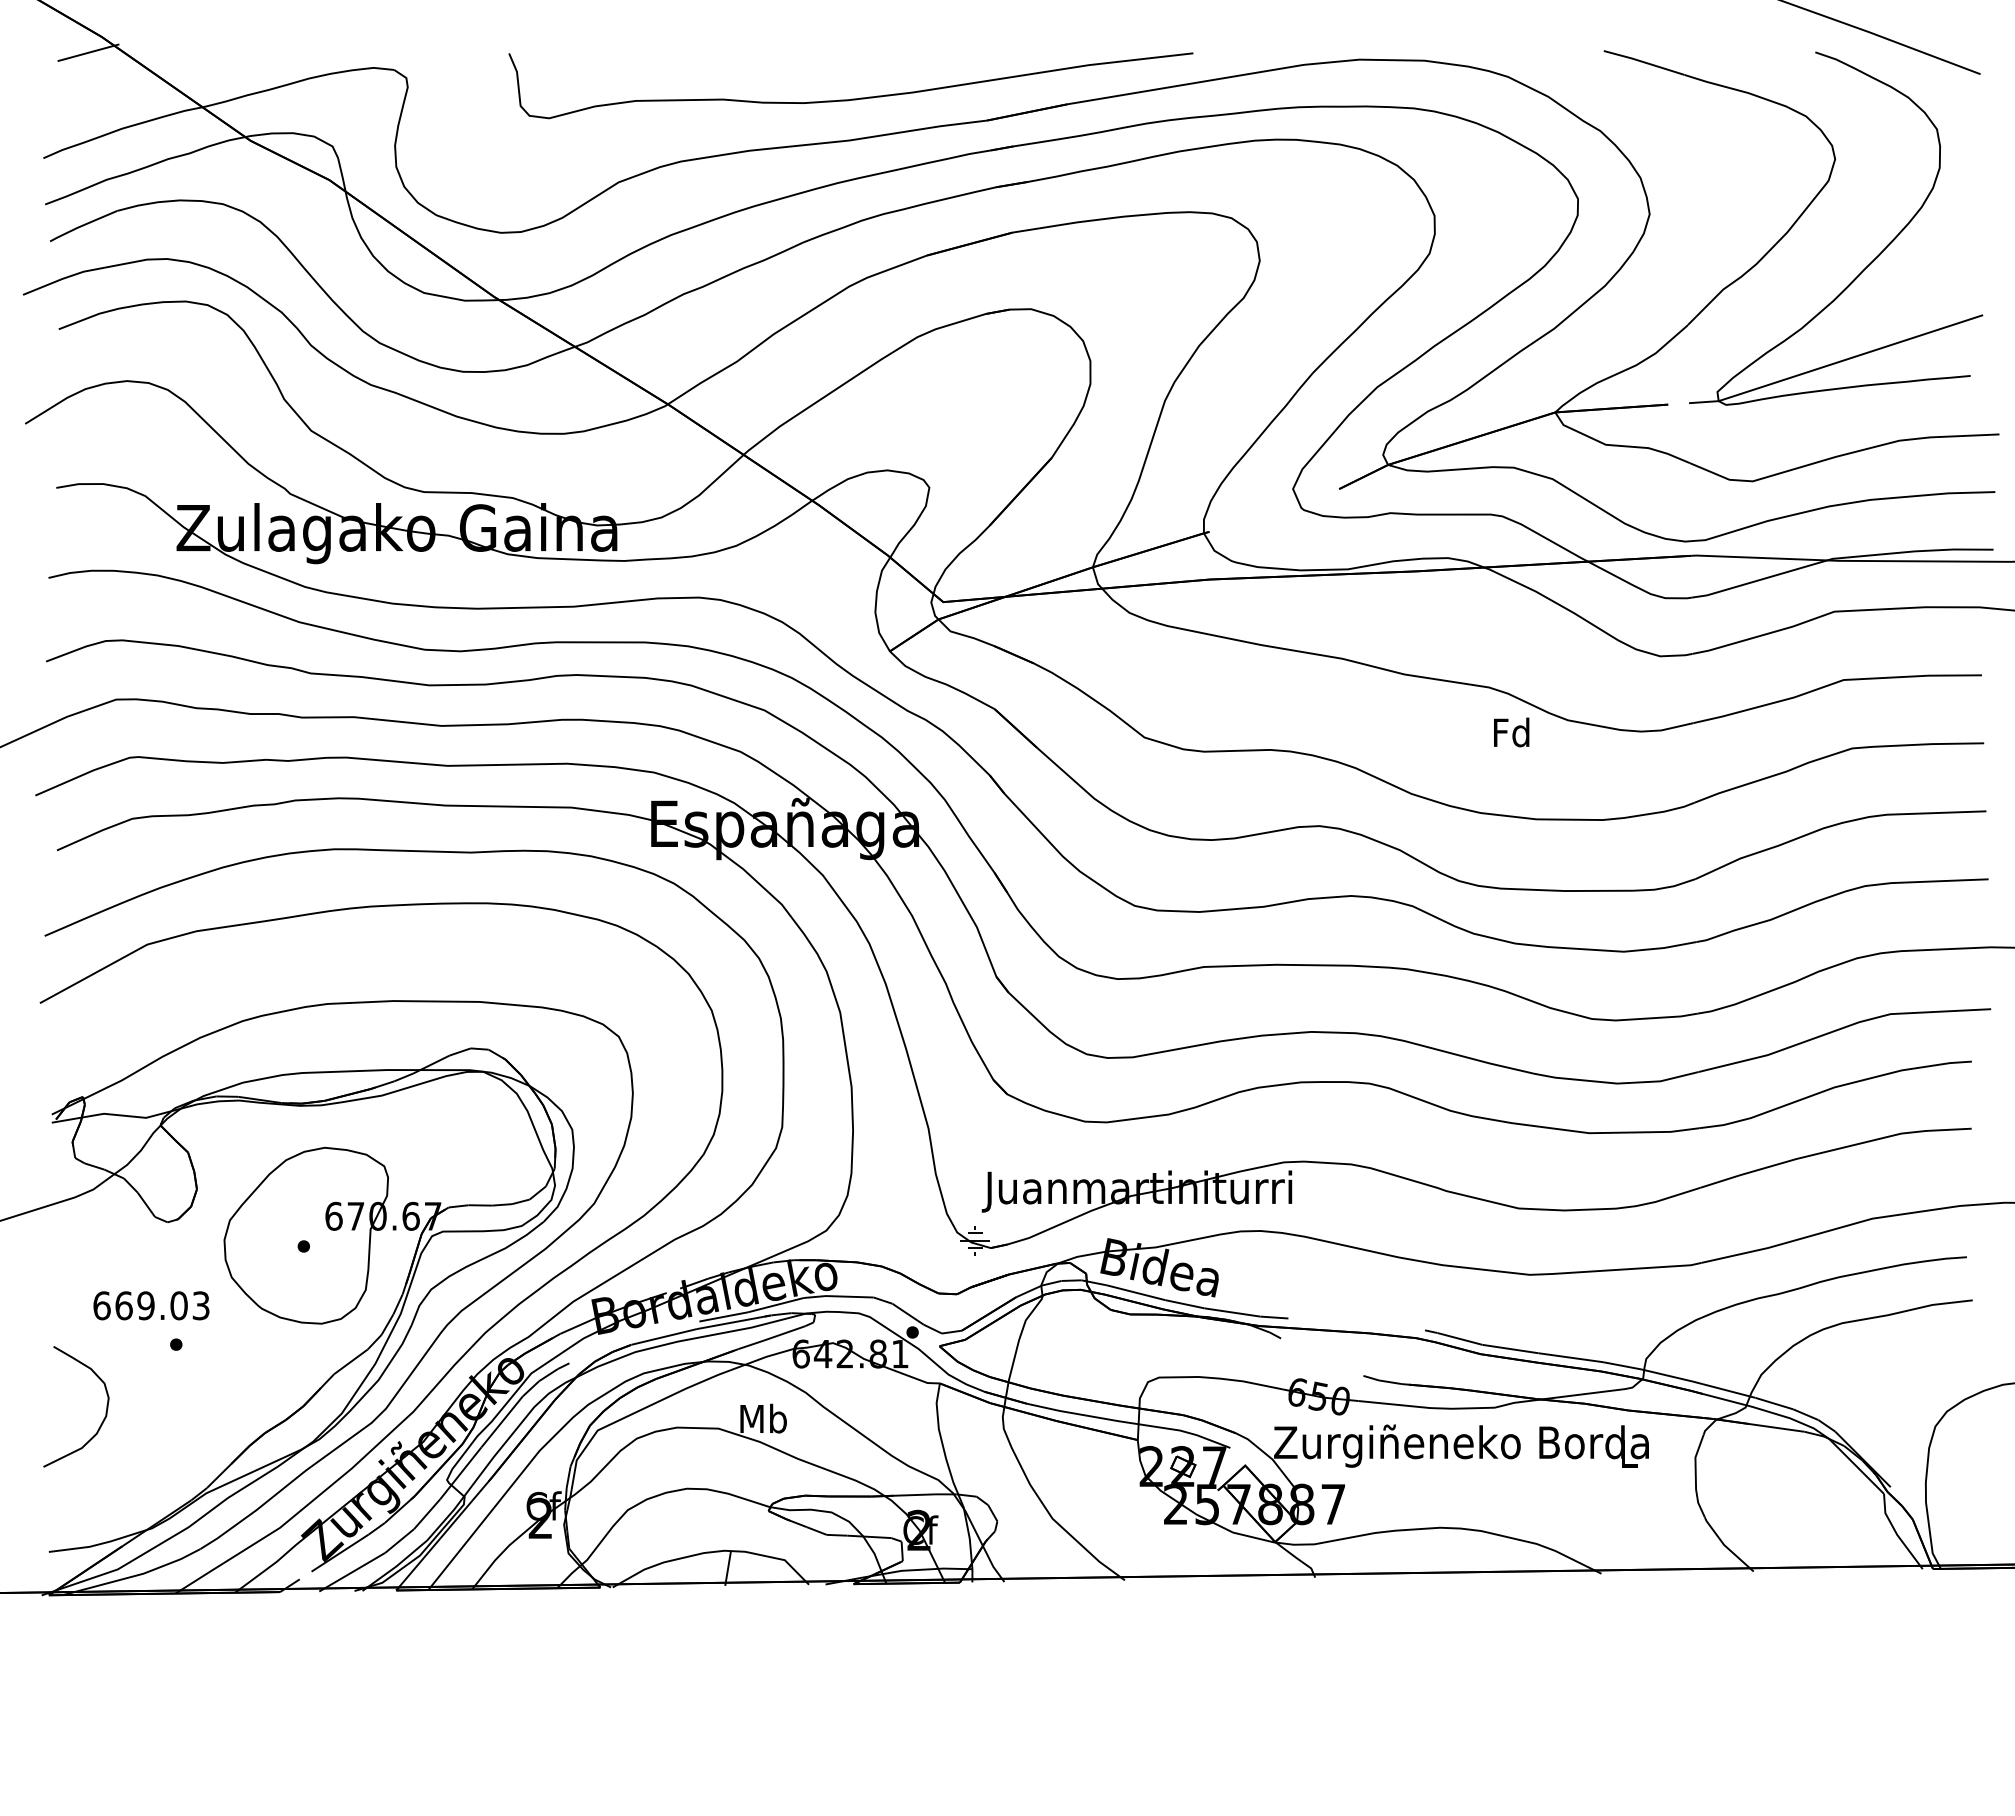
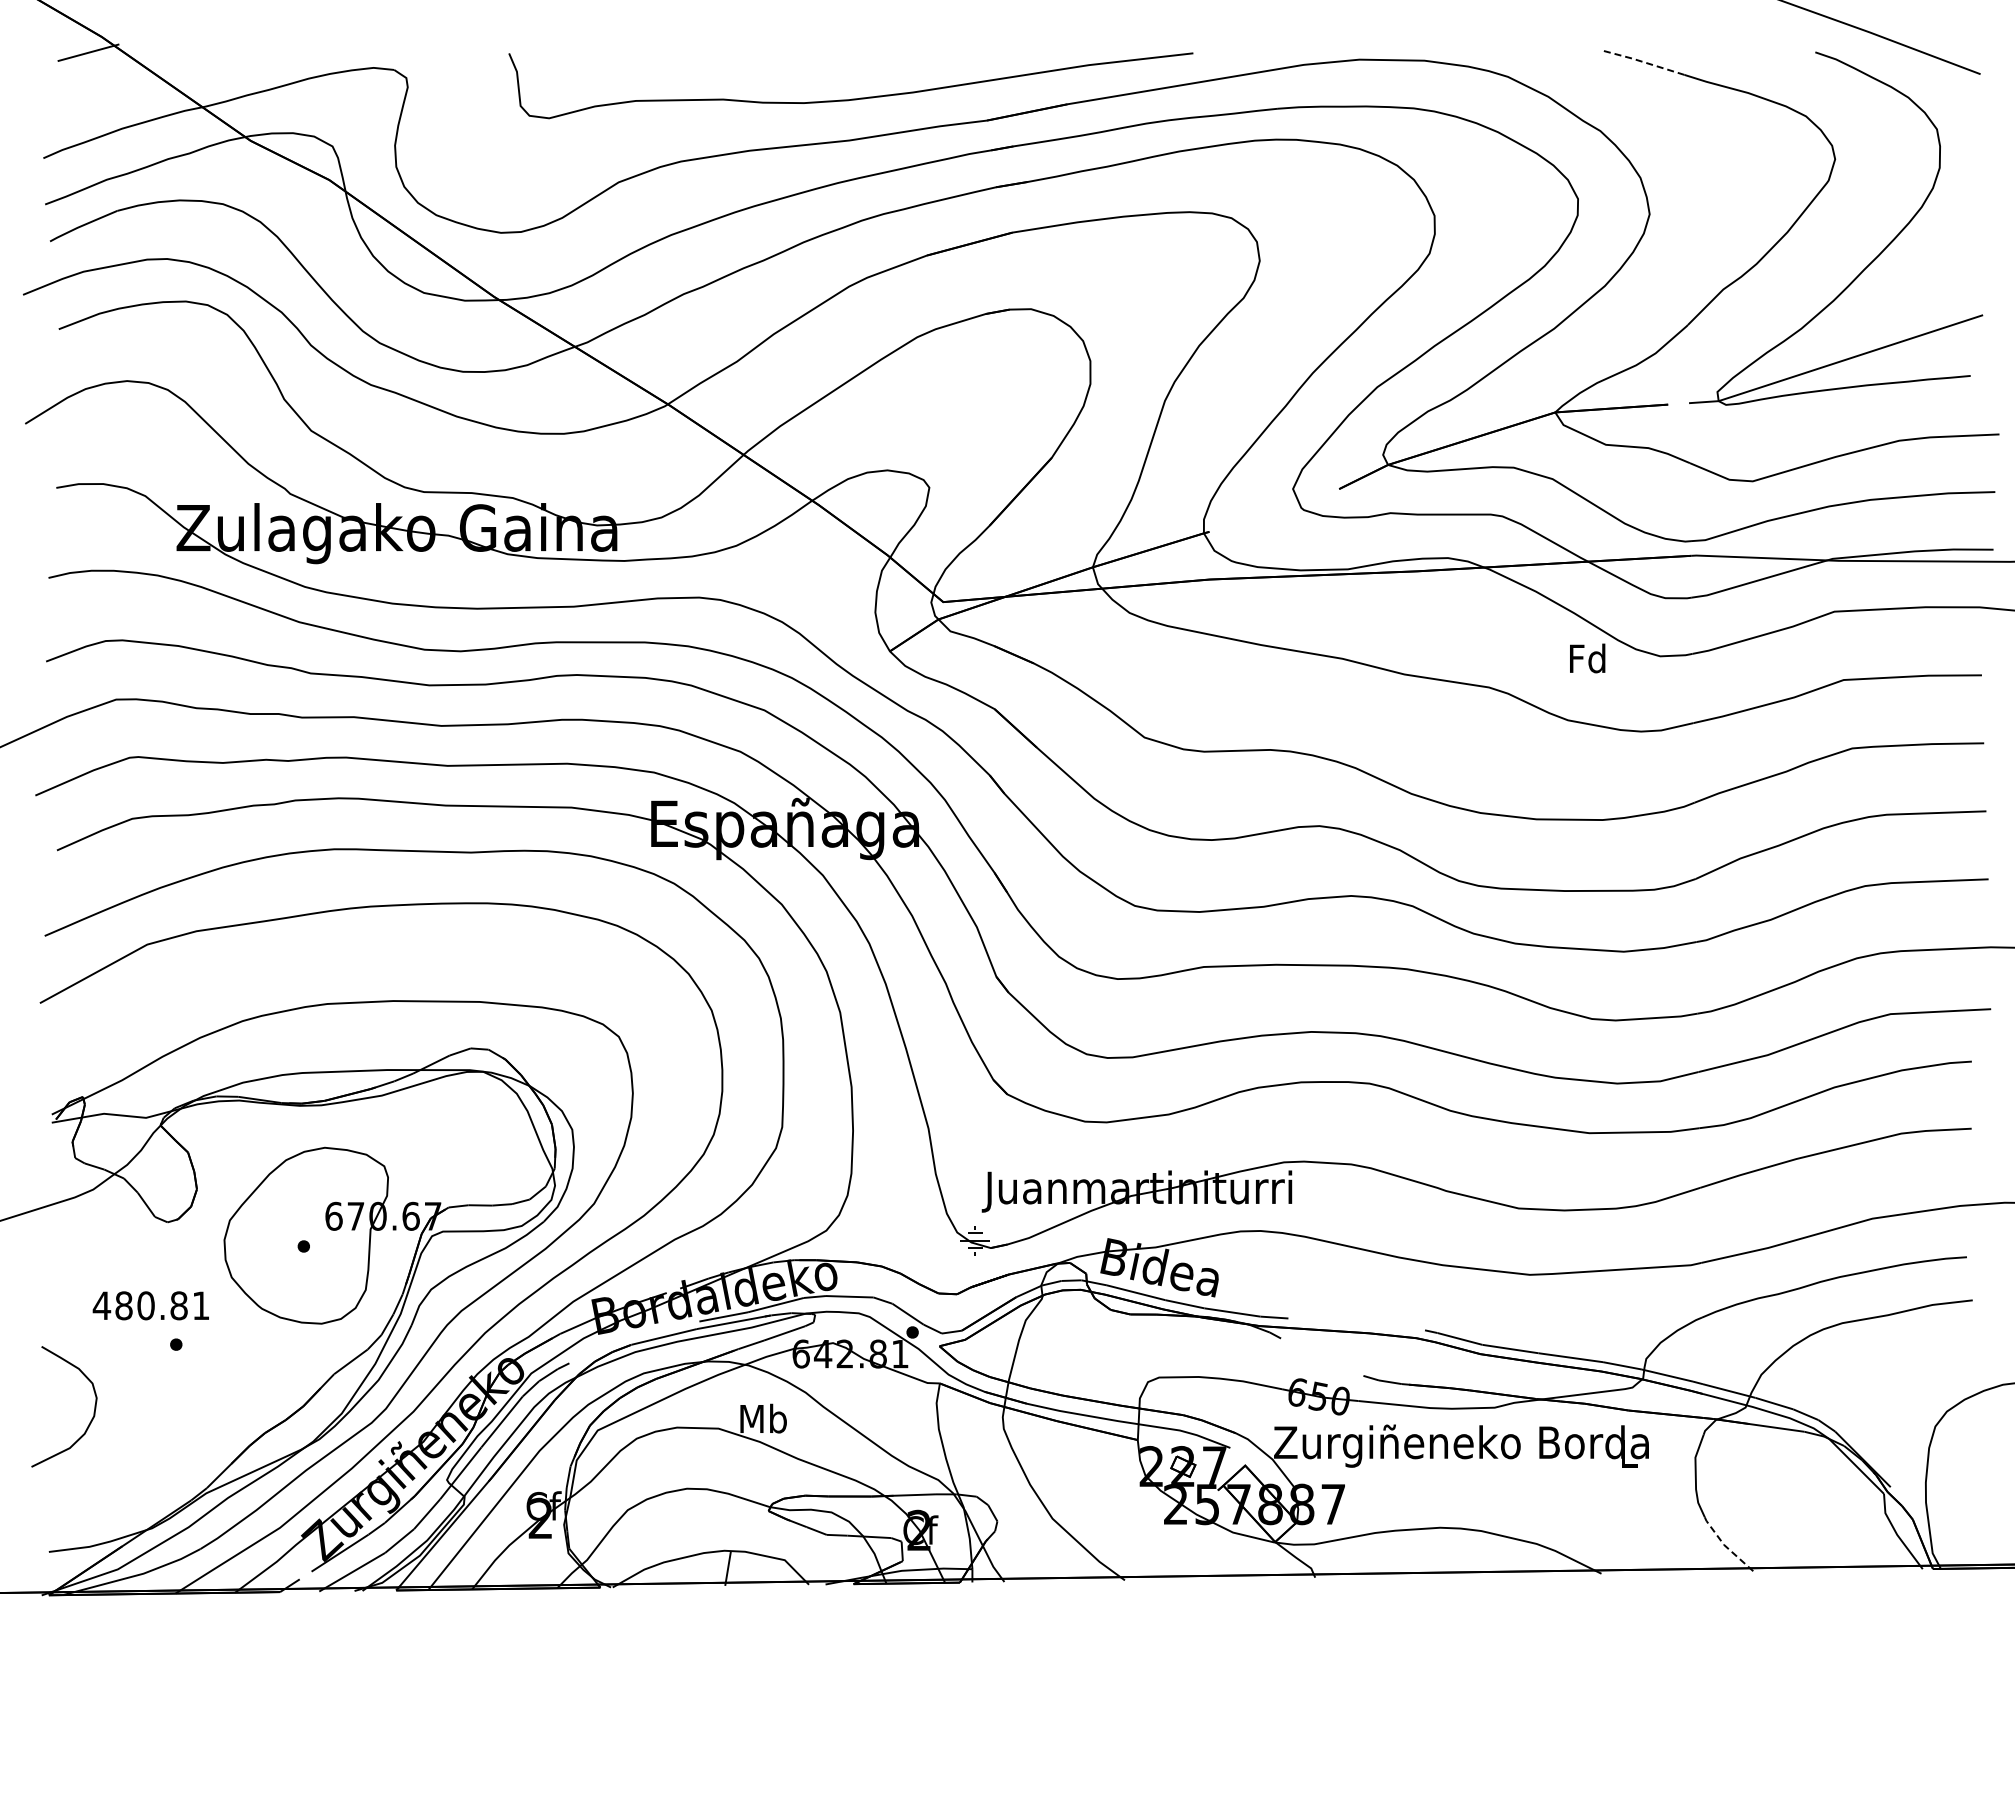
line at (1643, 62): solid -> dashed
text at (1511, 732) position: (1511, 732) -> (1587, 658)
text at (150, 1305): 669.03 -> 480.81
curve at (102, 1420) position: (102, 1420) -> (90, 1420)
line at (1725, 1546): solid -> dashed
